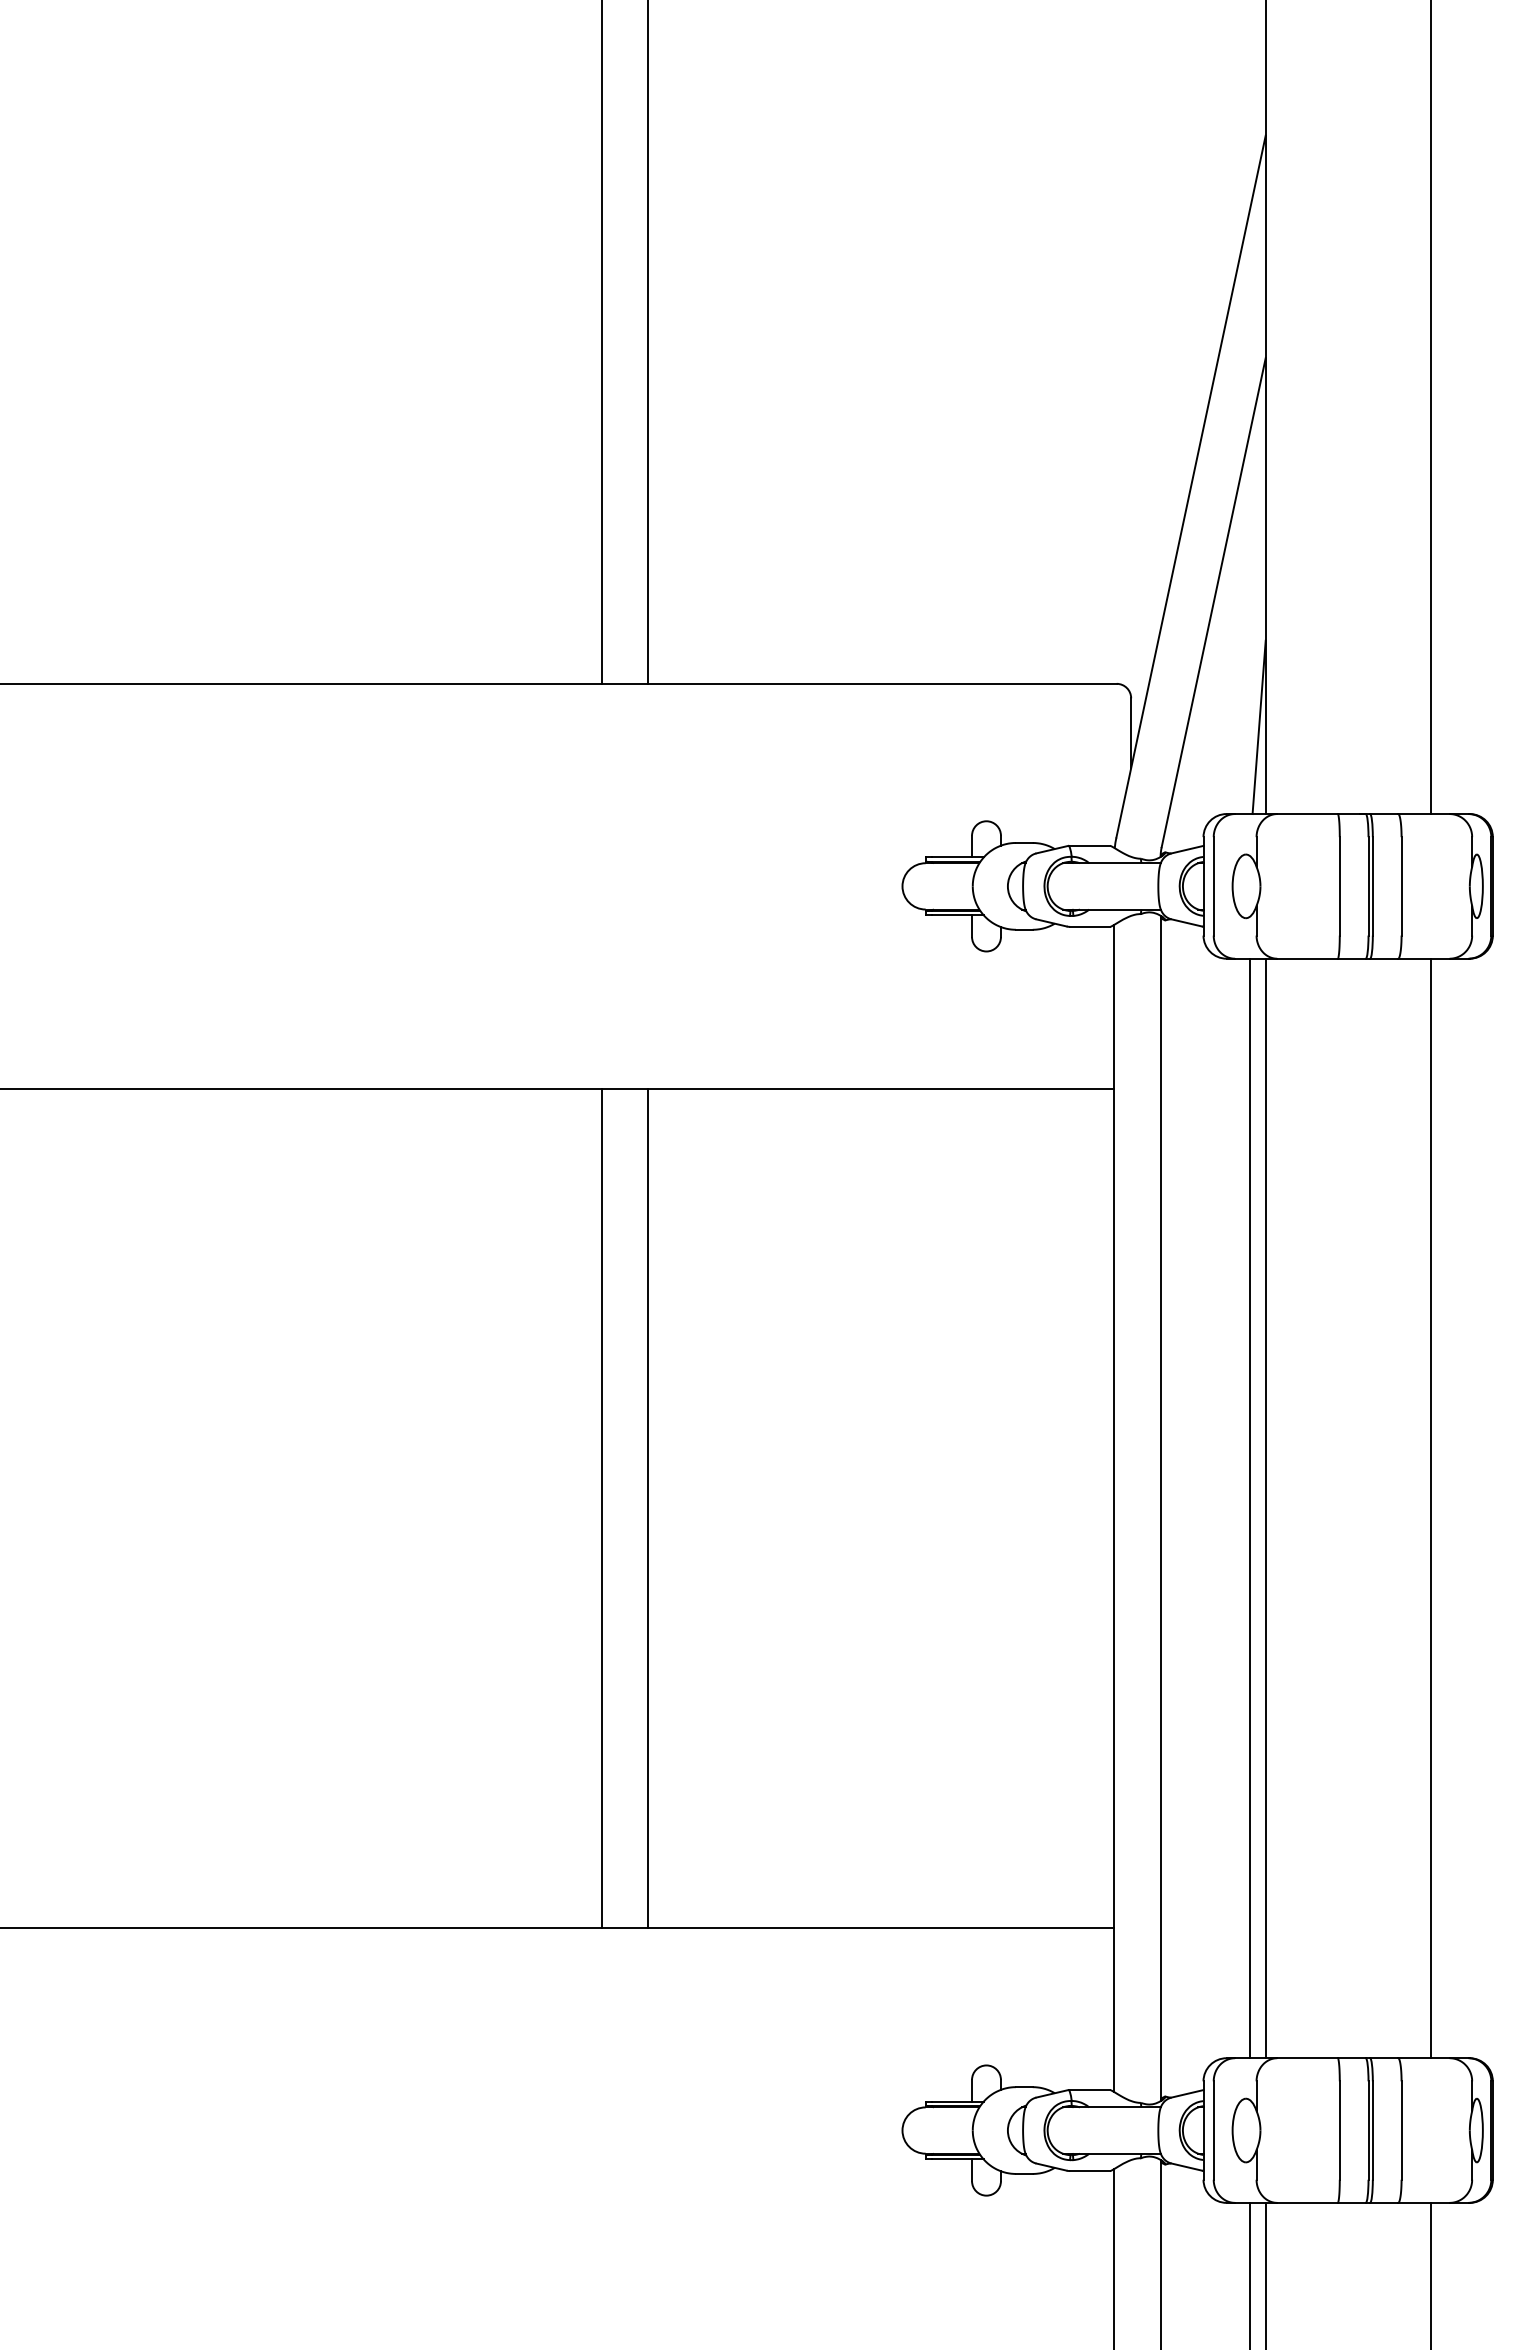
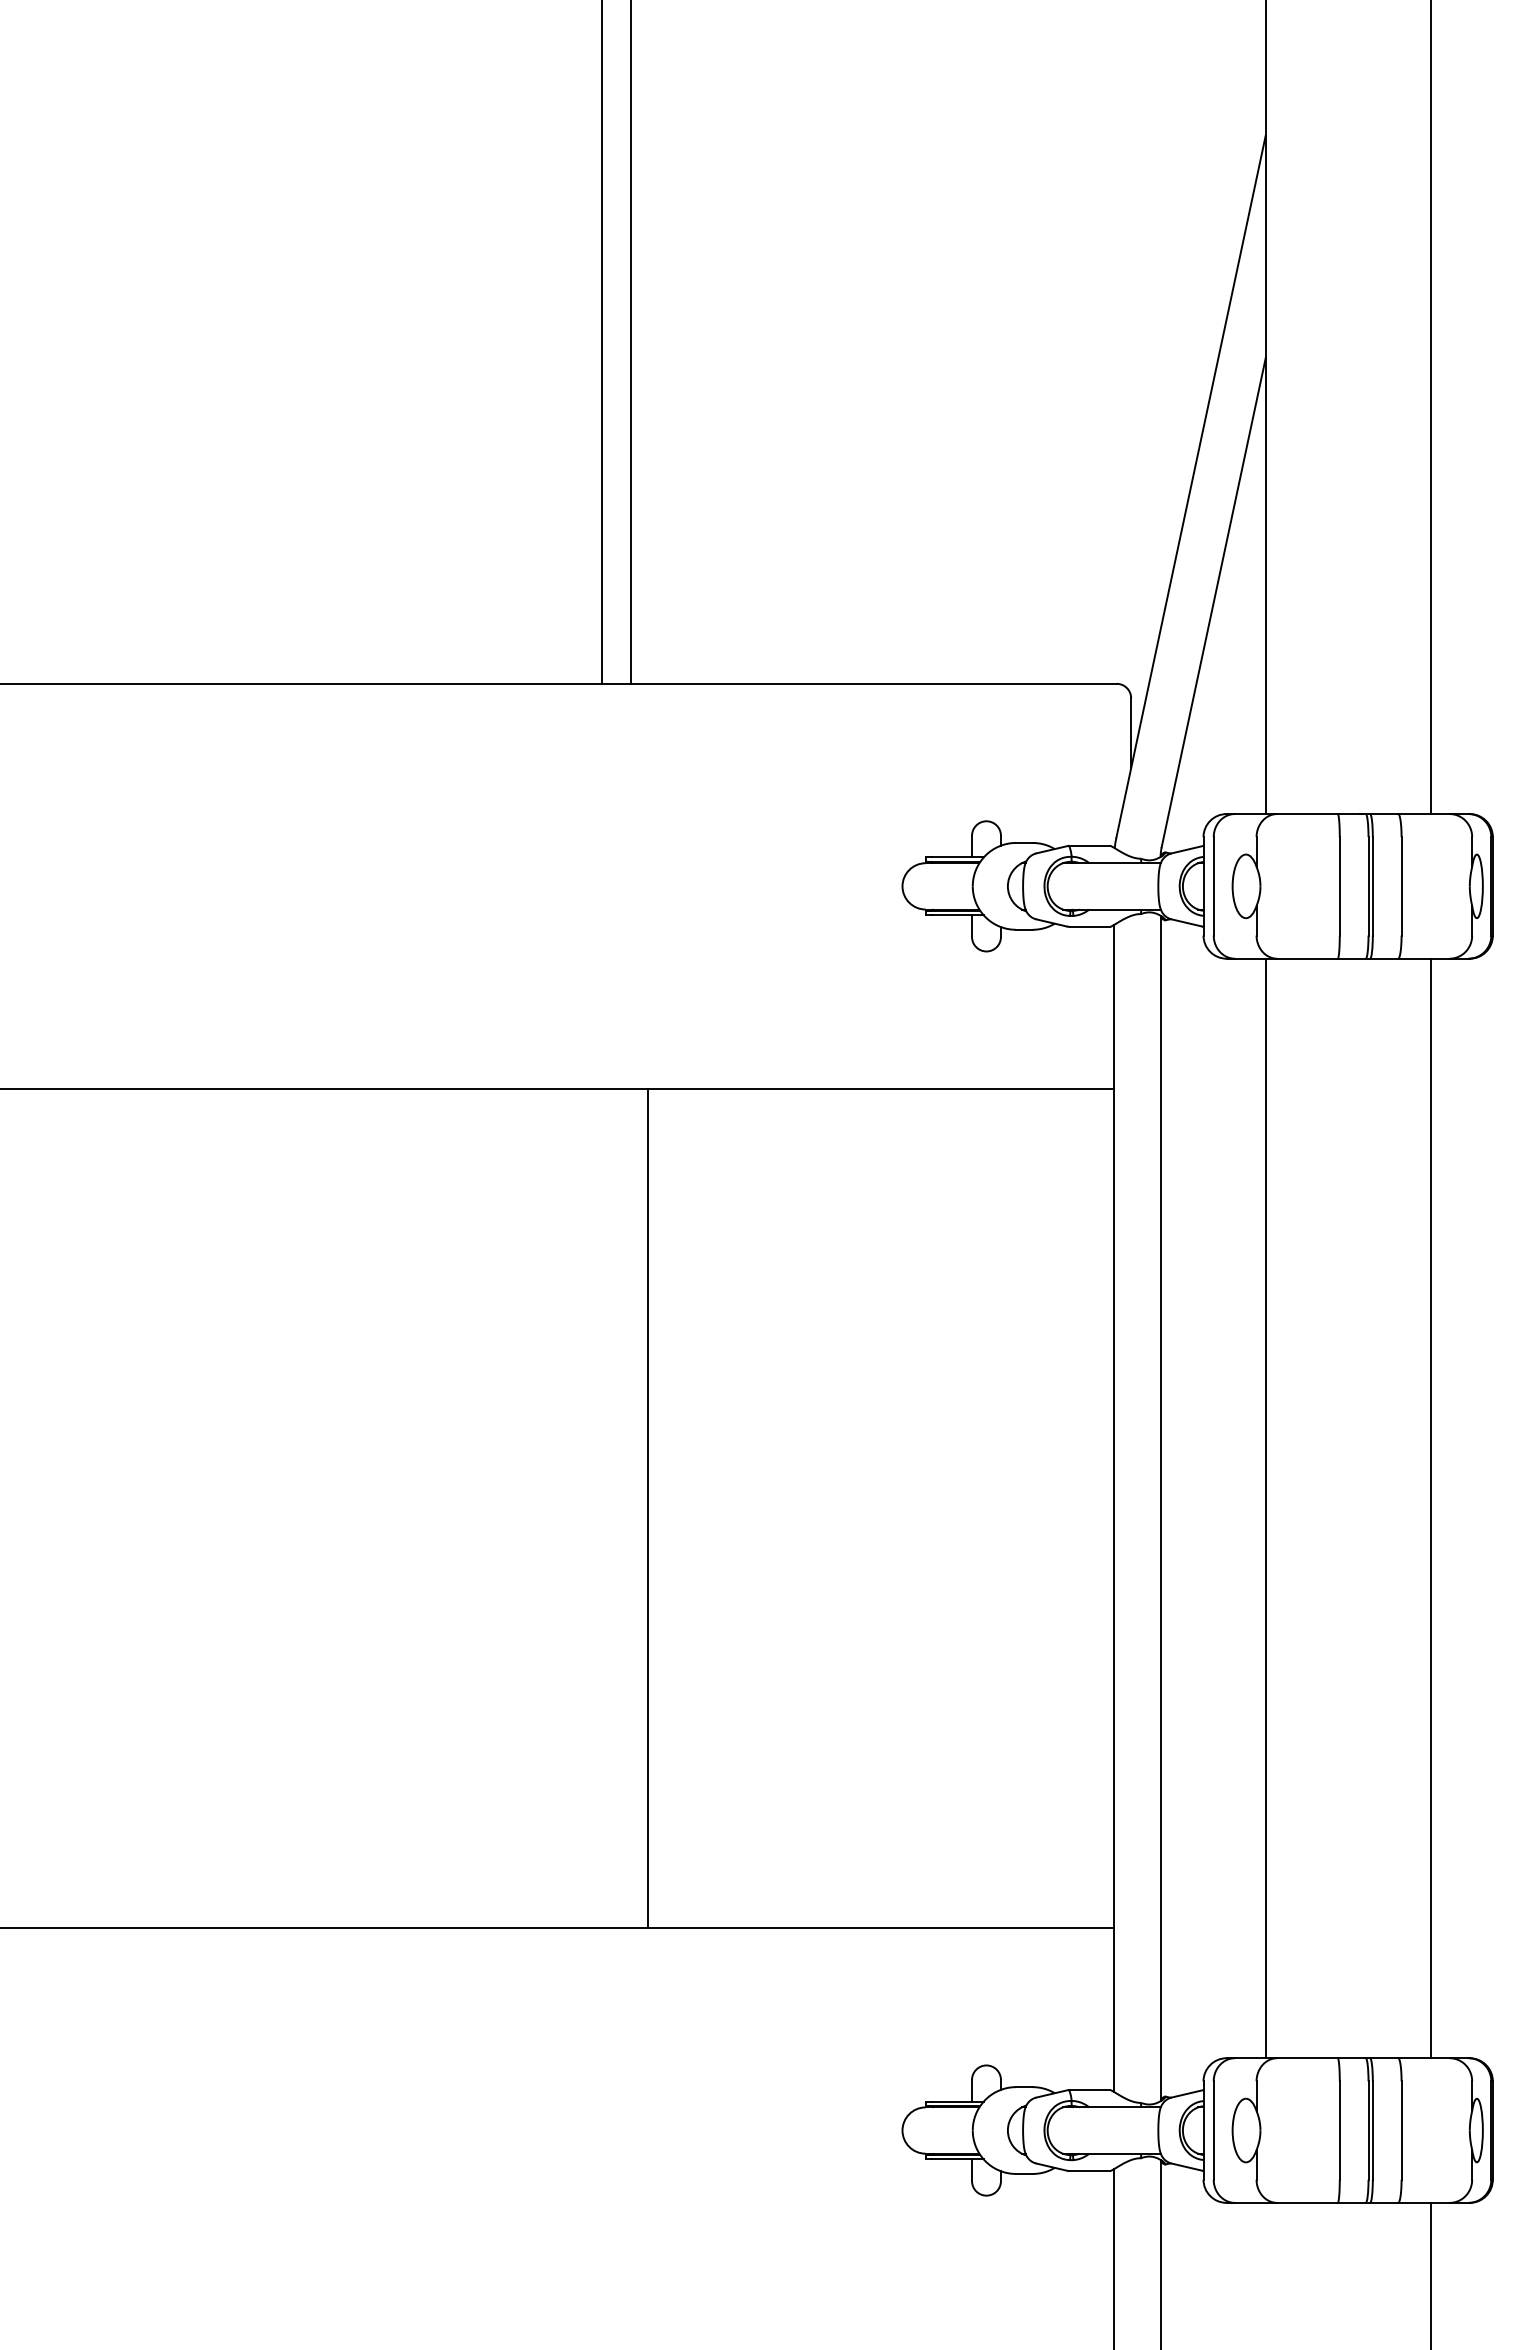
line at (647, 342) position: (647, 342) -> (630, 342)
line at (1258, 727): present -> none
line at (601, 1508): present -> none
line at (1249, 1508): present -> none
line at (1249, 2274): present -> none
line at (1265, 2274): present -> none
